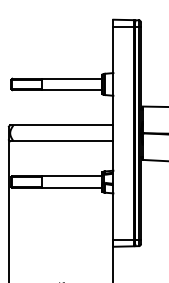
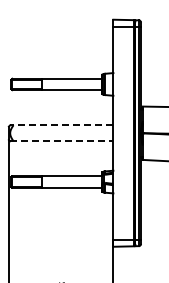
line at (61, 125): solid -> dashed
line at (61, 141): solid -> dashed
